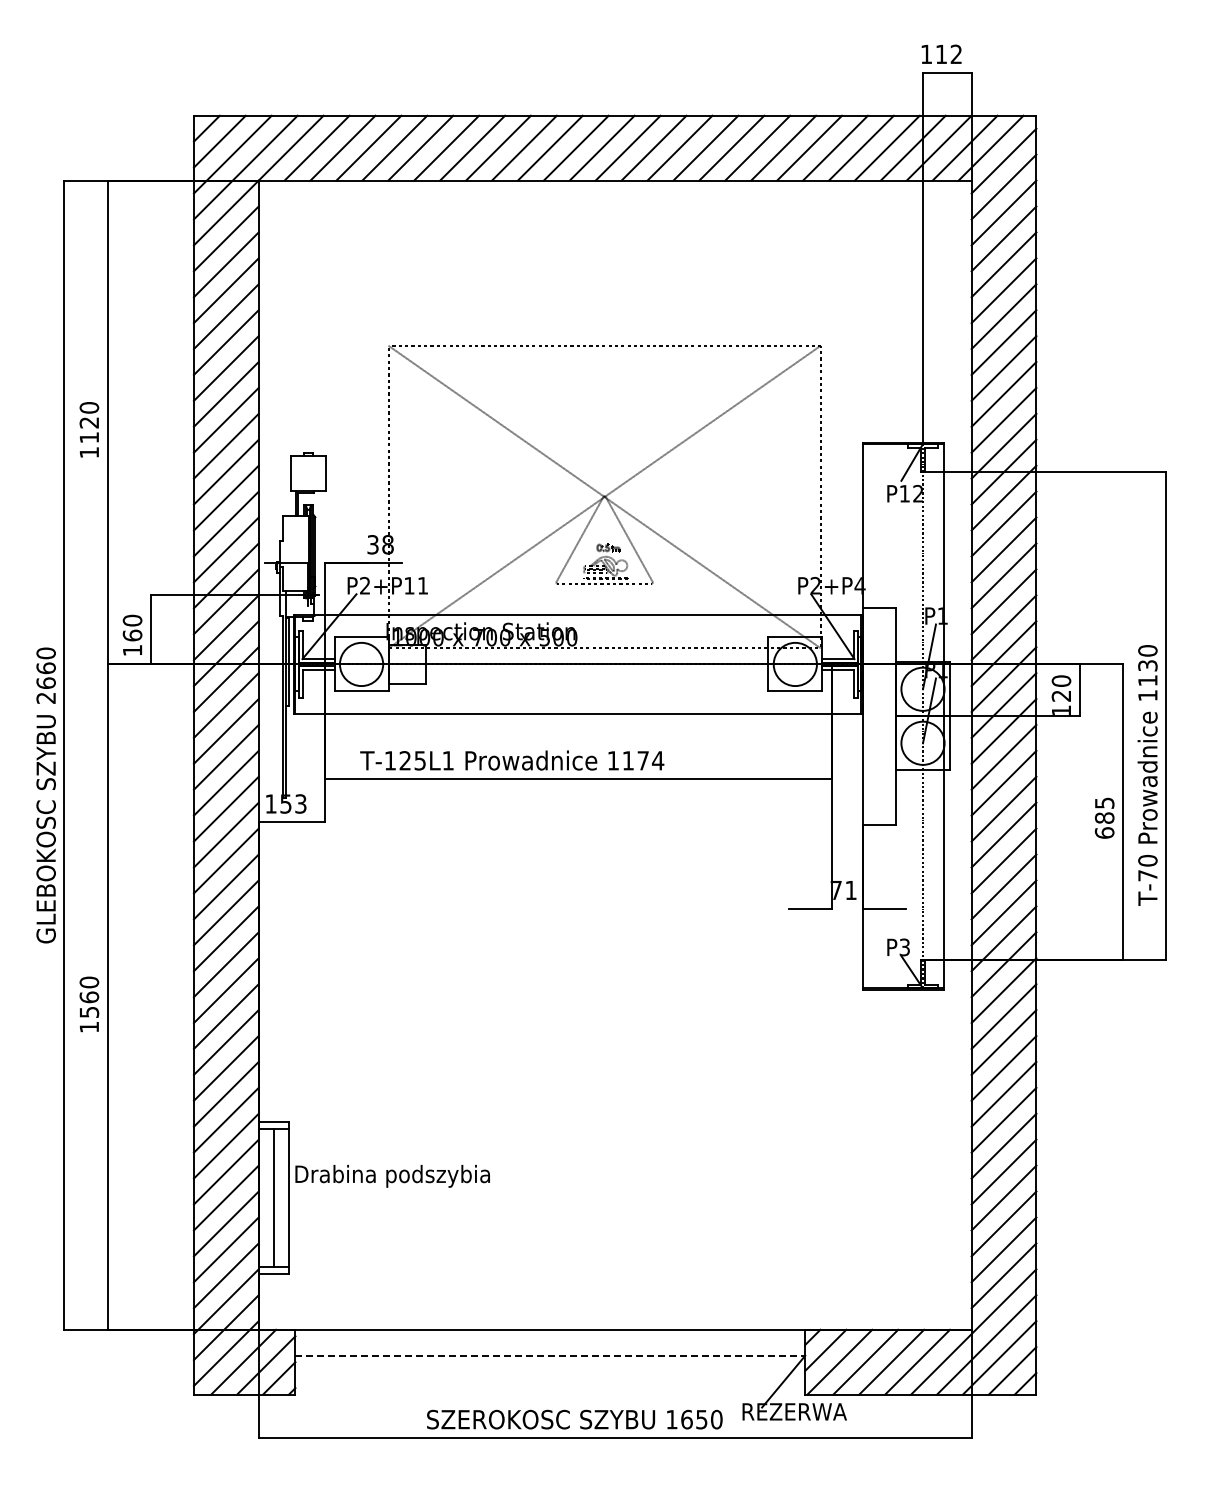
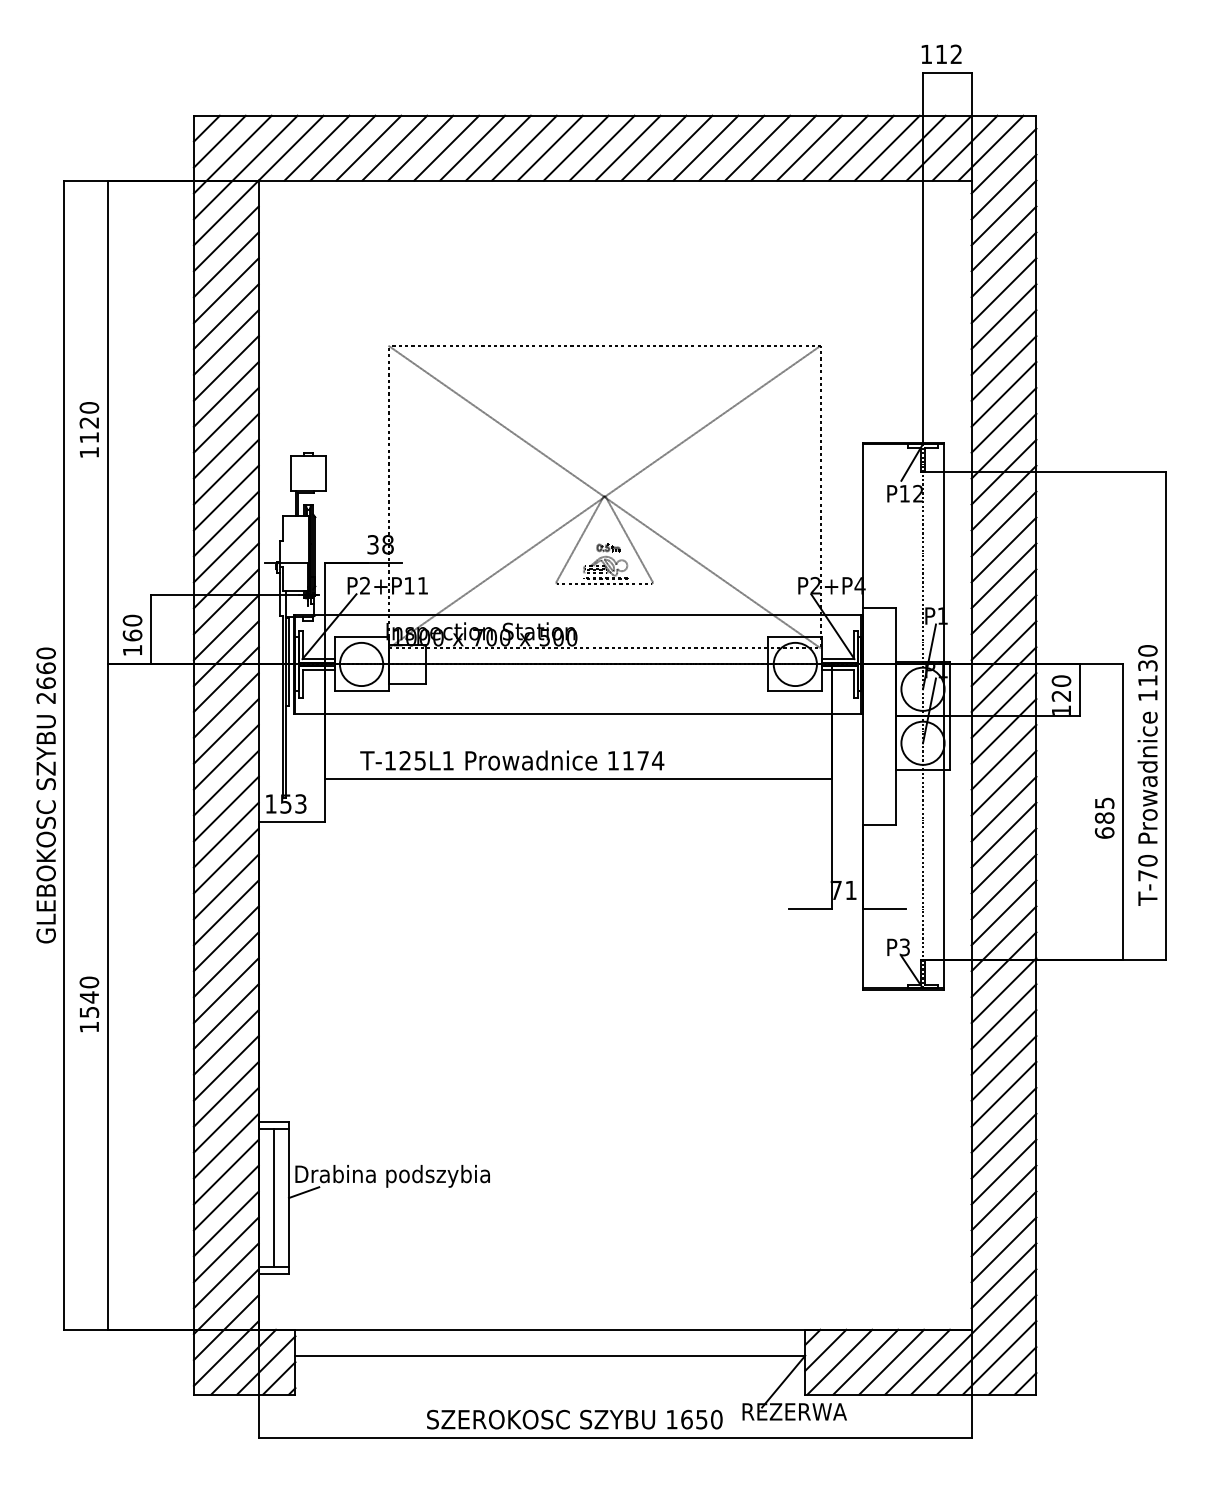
text at (89, 997): 1560 -> 1540
line at (304, 1192): none -> present
line at (550, 1355): dashed -> solid
